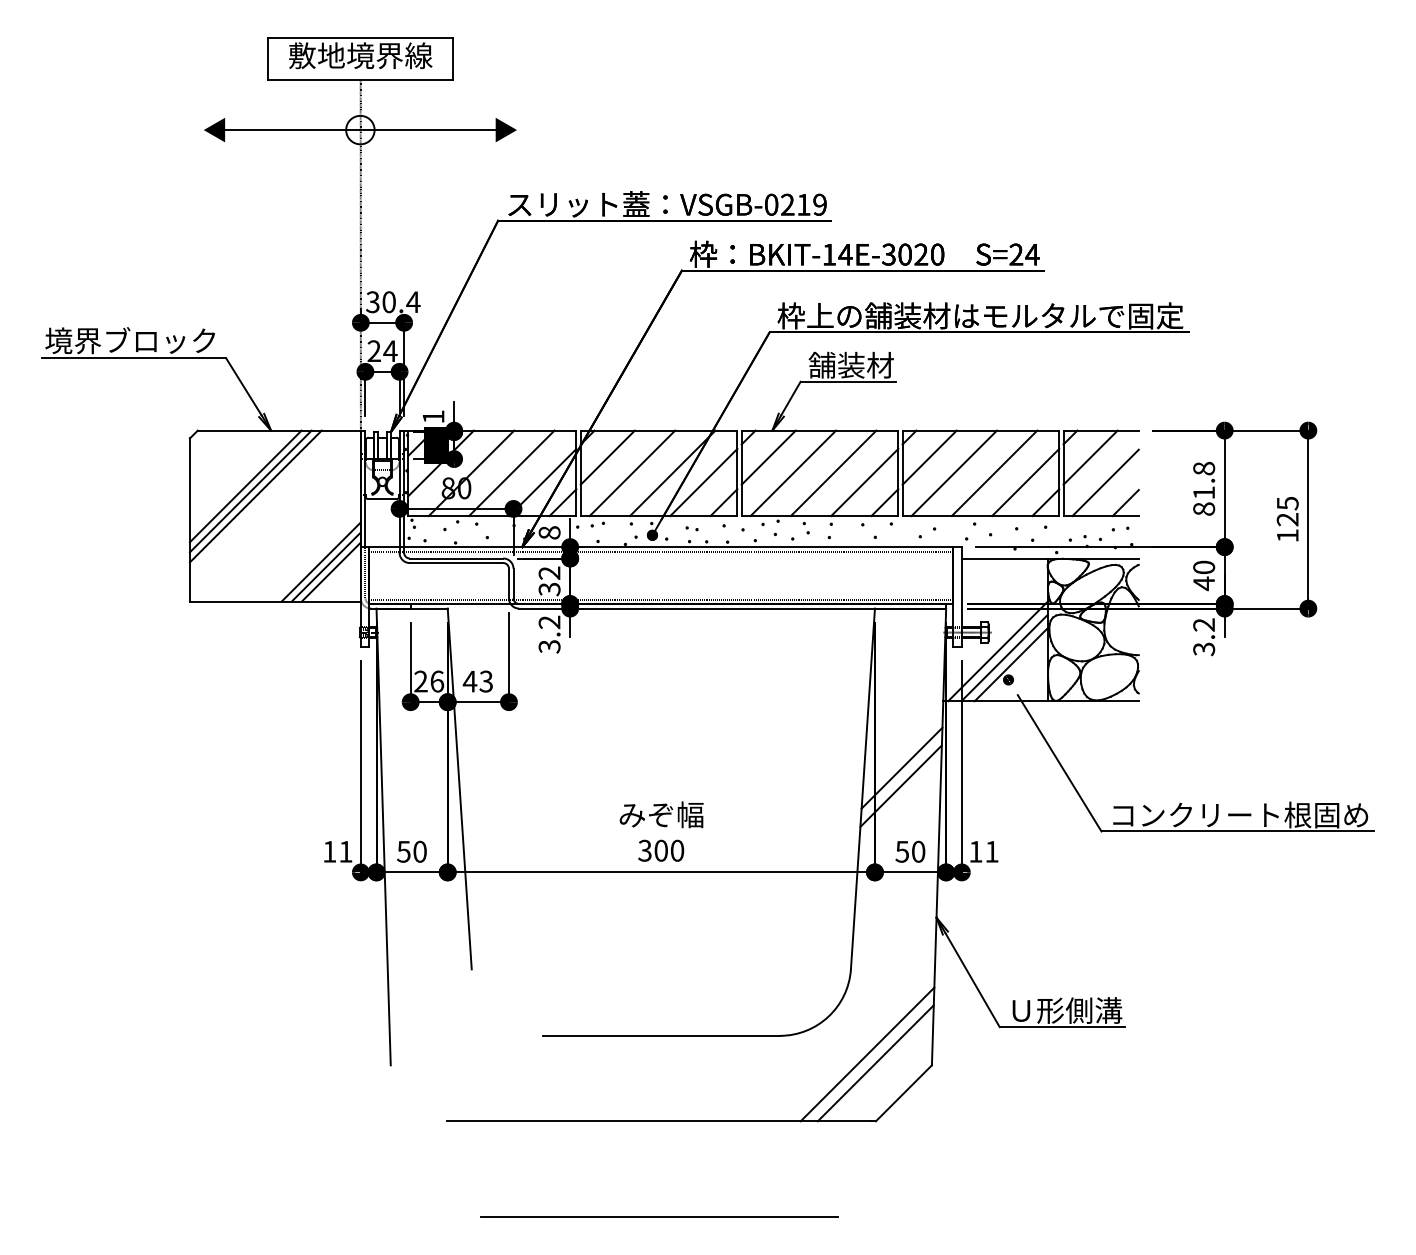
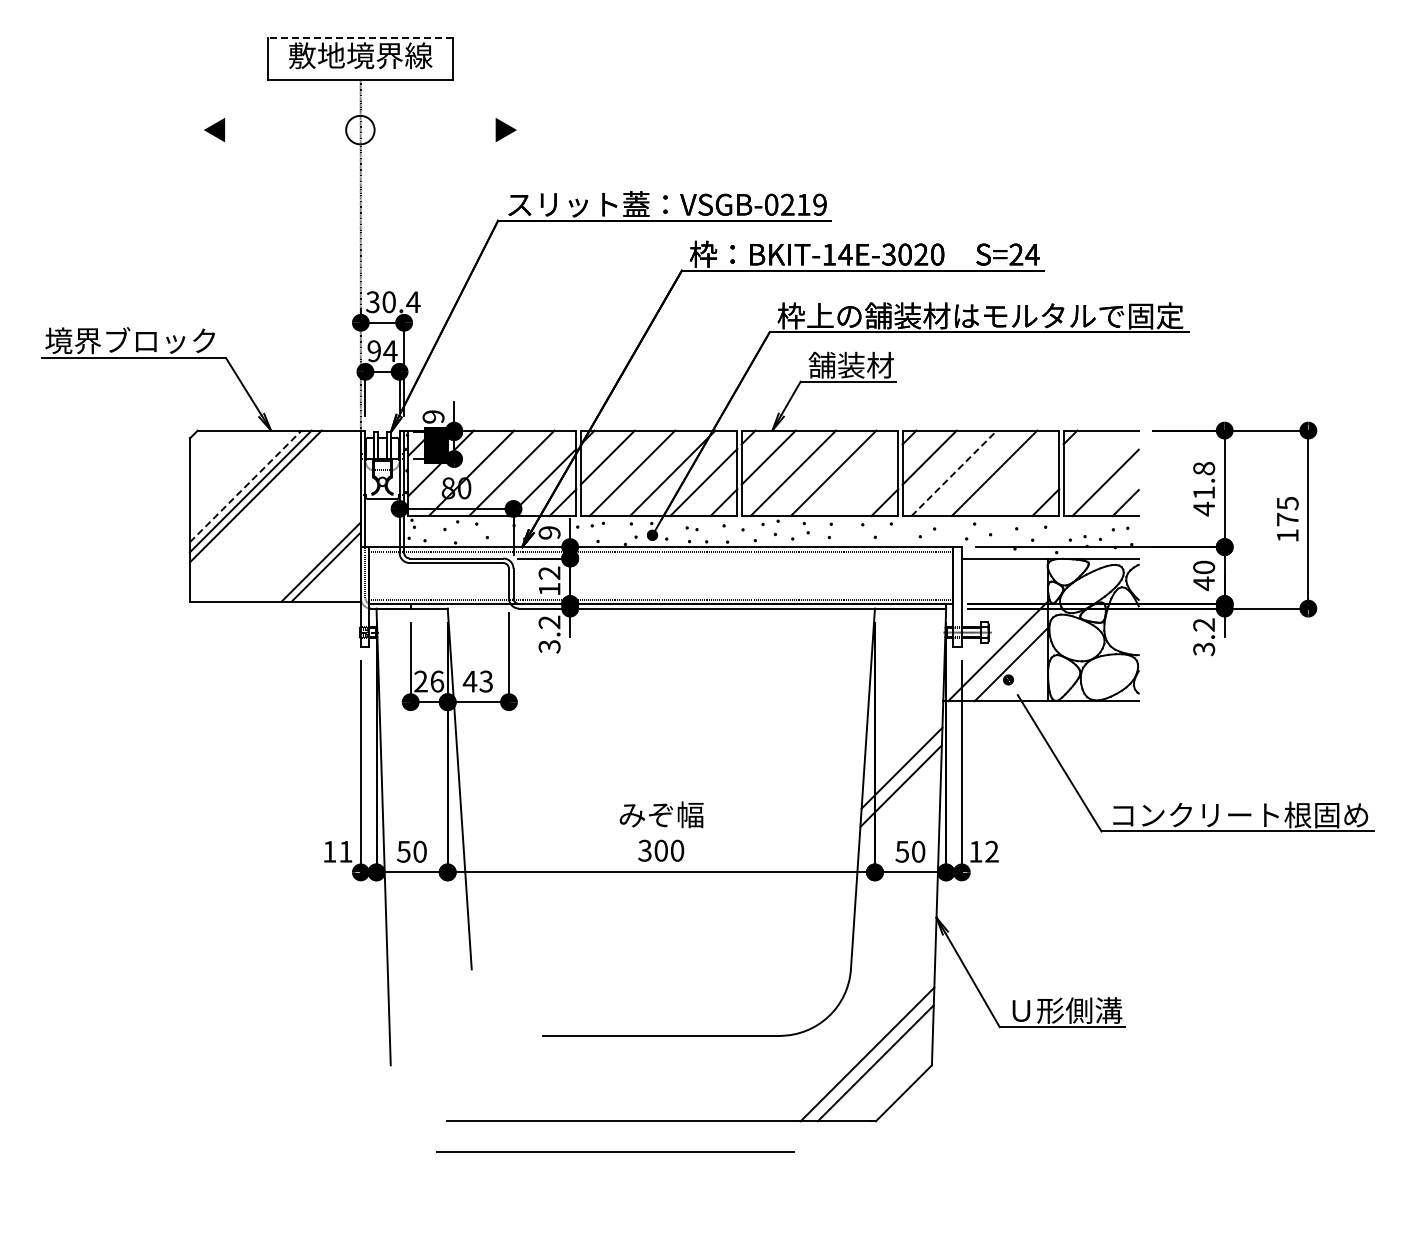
line at (360, 37): solid -> dashed
line at (359, 130): present -> none
text at (373, 351): 24 -> 94
text at (433, 416): 1 -> 9
line at (1090, 457): present -> none
line at (954, 472): solid -> dashed
line at (864, 482): present -> none
line at (1025, 482): present -> none
line at (245, 486): solid -> dashed
text at (1204, 508): 81.8 -> 41.8
text at (1287, 519): 125 -> 175
text at (549, 532): 8 -> 9
line at (330, 571): present -> none
text at (549, 589): 32 -> 12
line at (1004, 658): present -> none
text at (991, 851): 11 -> 12
line at (659, 1216) position: (659, 1216) -> (615, 1151)
